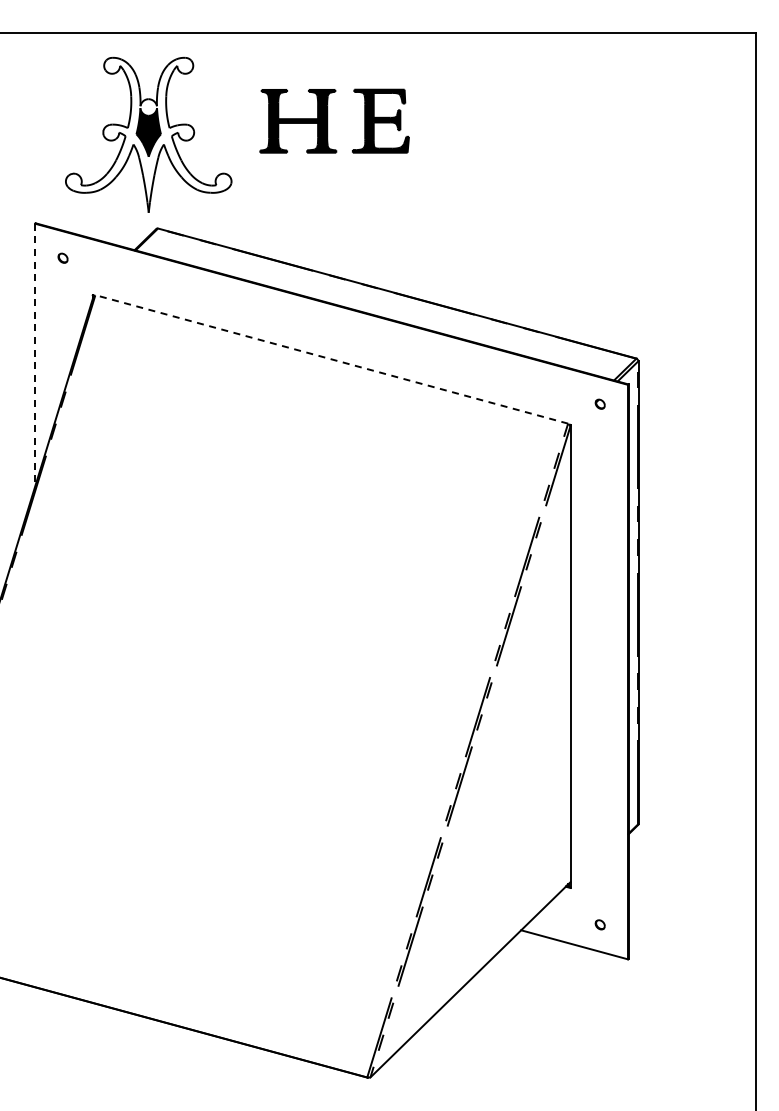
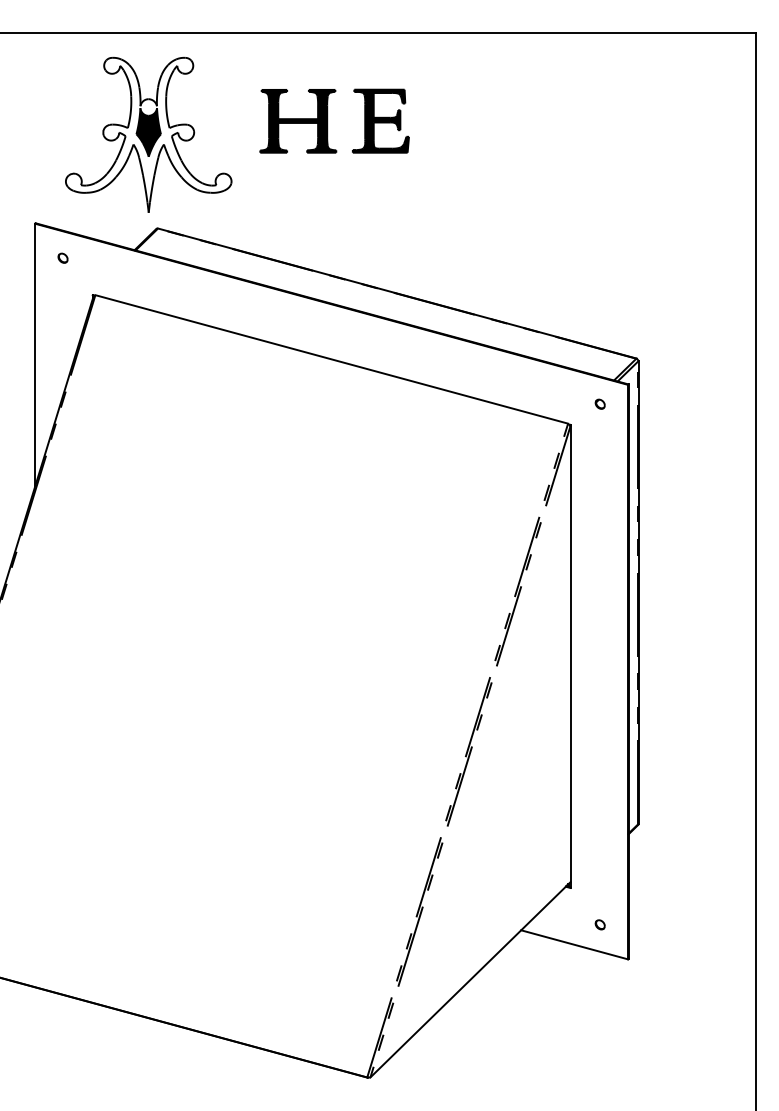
line at (35, 355): dashed -> solid
line at (331, 359): dashed -> solid
